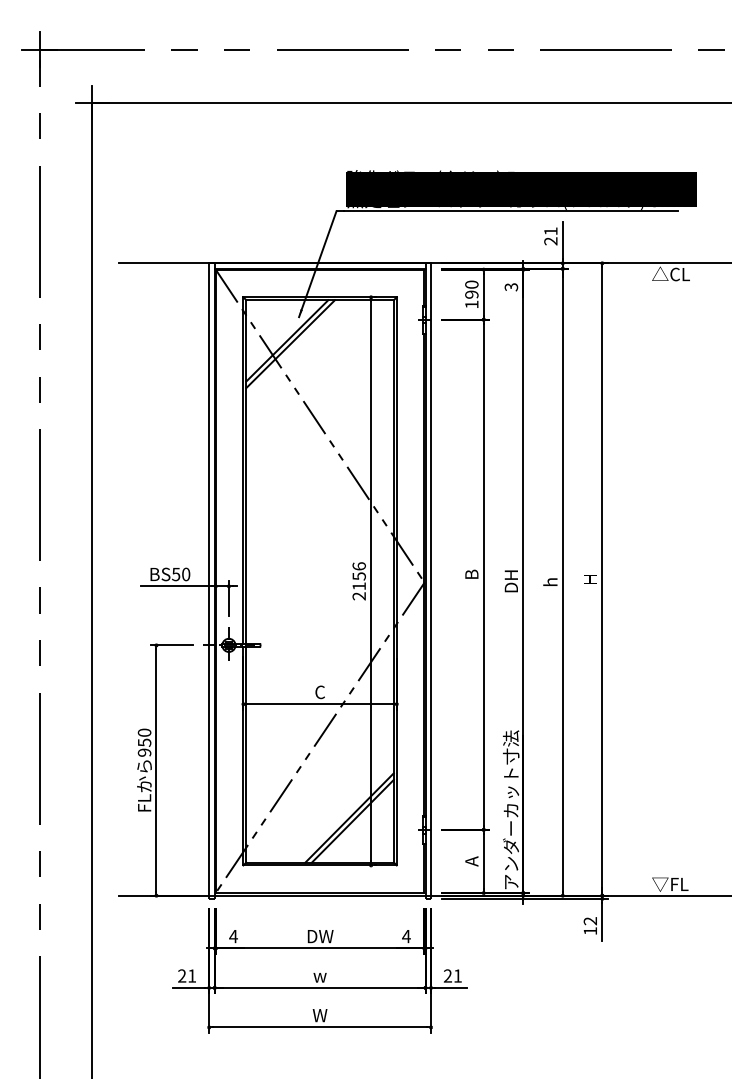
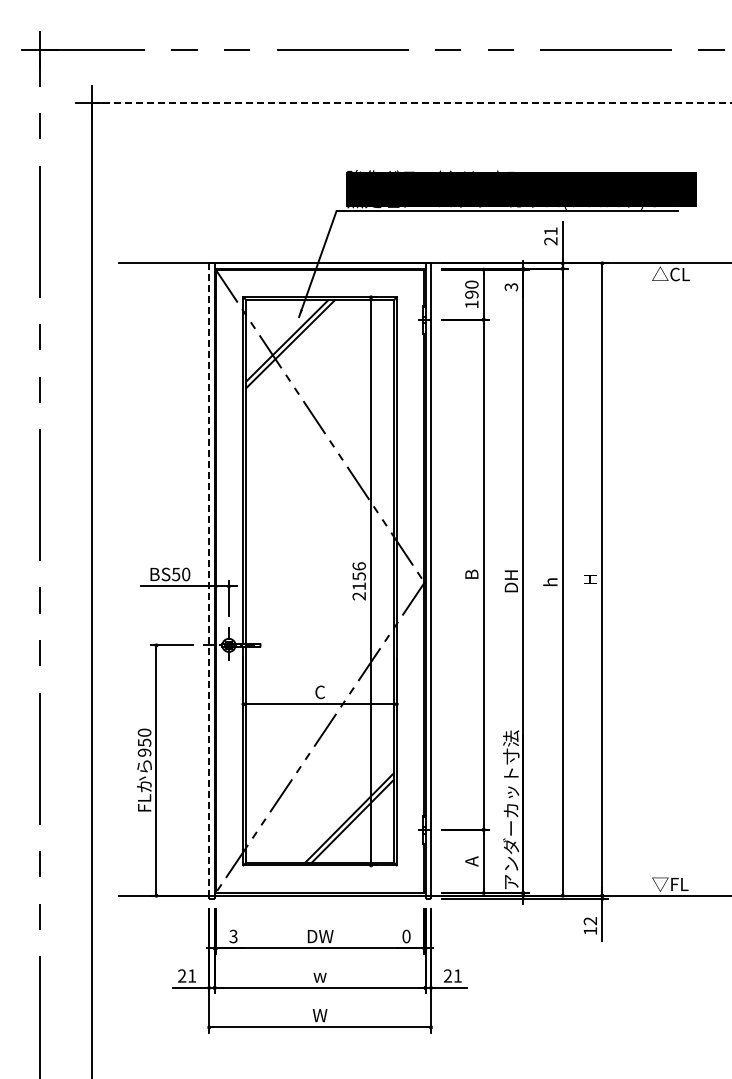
line at (411, 102): solid -> dashed
line at (209, 580): solid -> dashed
text at (233, 936): 4 -> 3
text at (406, 936): 4 -> 0
